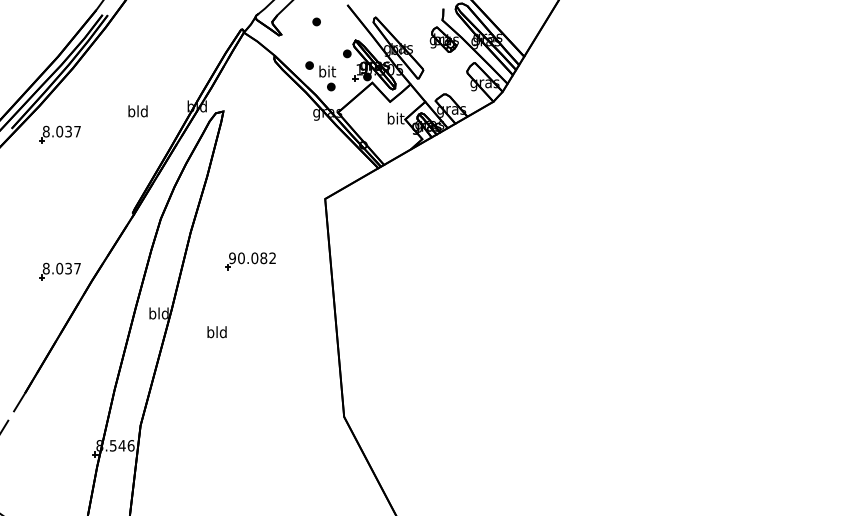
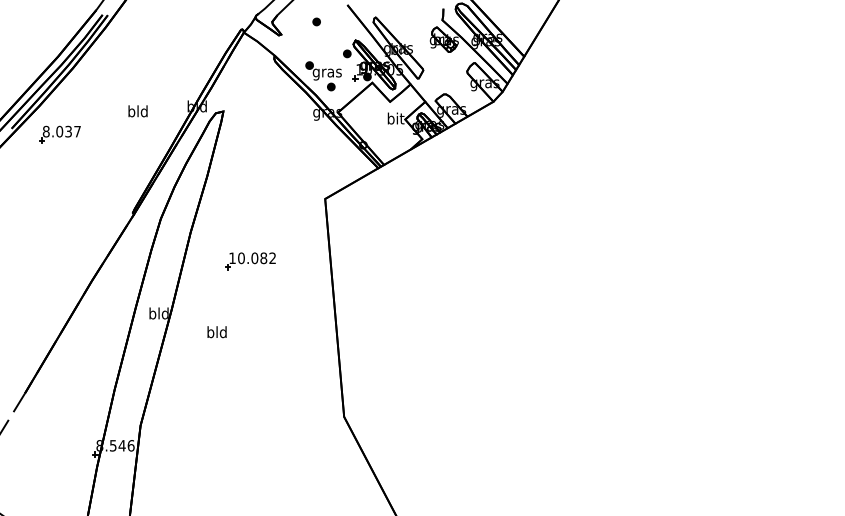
text at (326, 72): bit -> gras
text at (232, 258): 90.082 -> 10.082
part at (59, 271): present -> none
